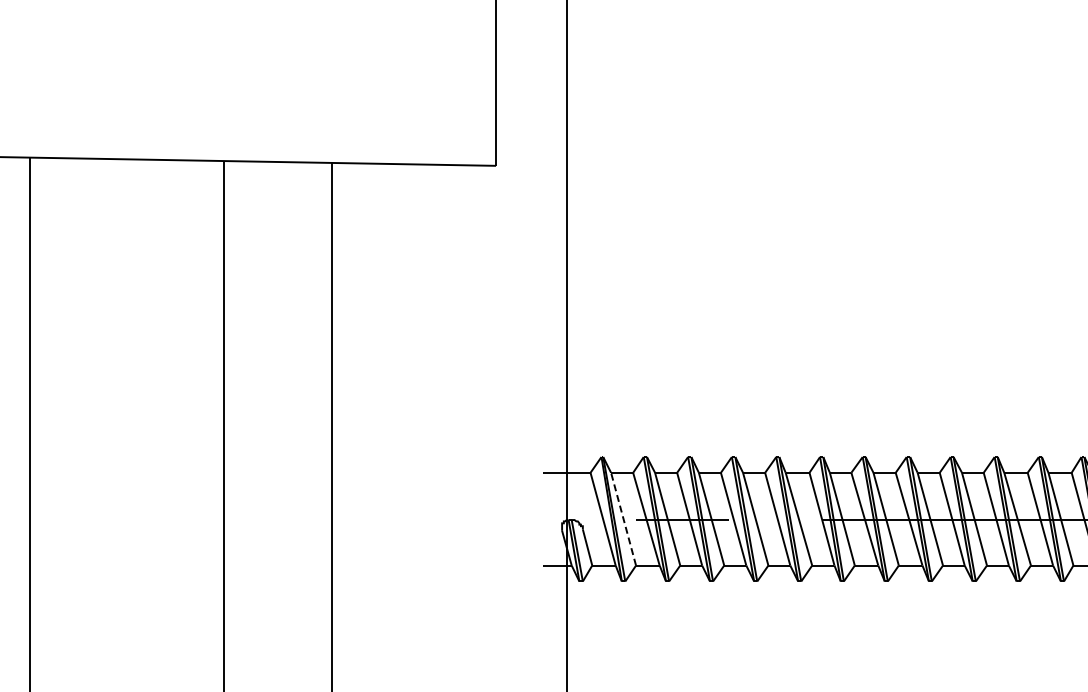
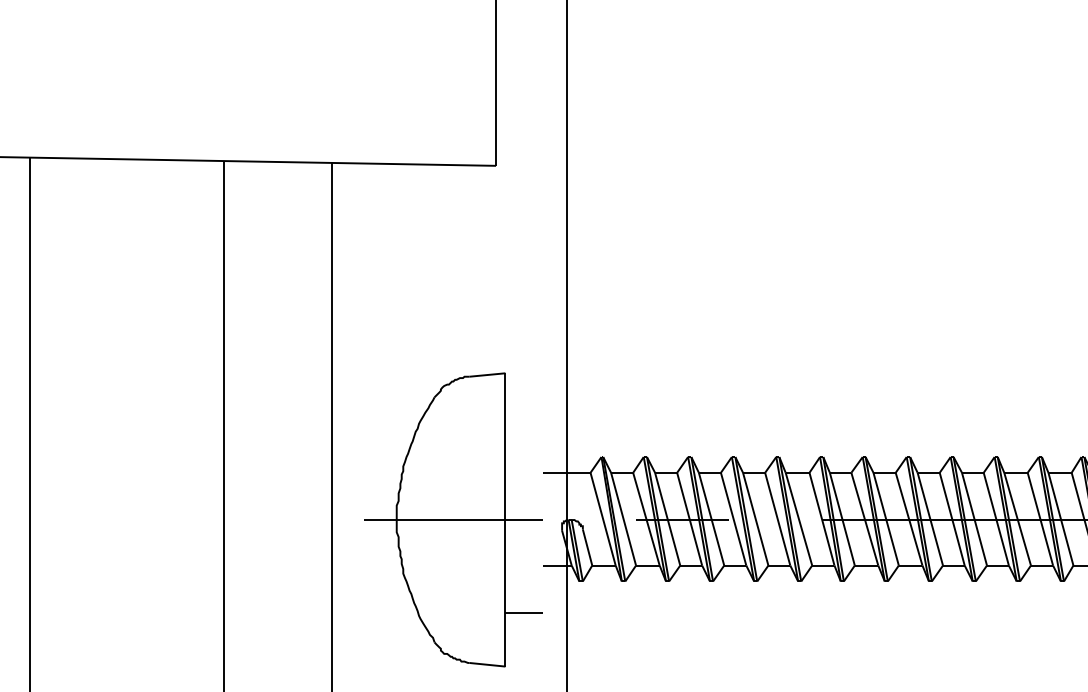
line at (623, 518): dashed -> solid
part at (453, 519): none -> present
